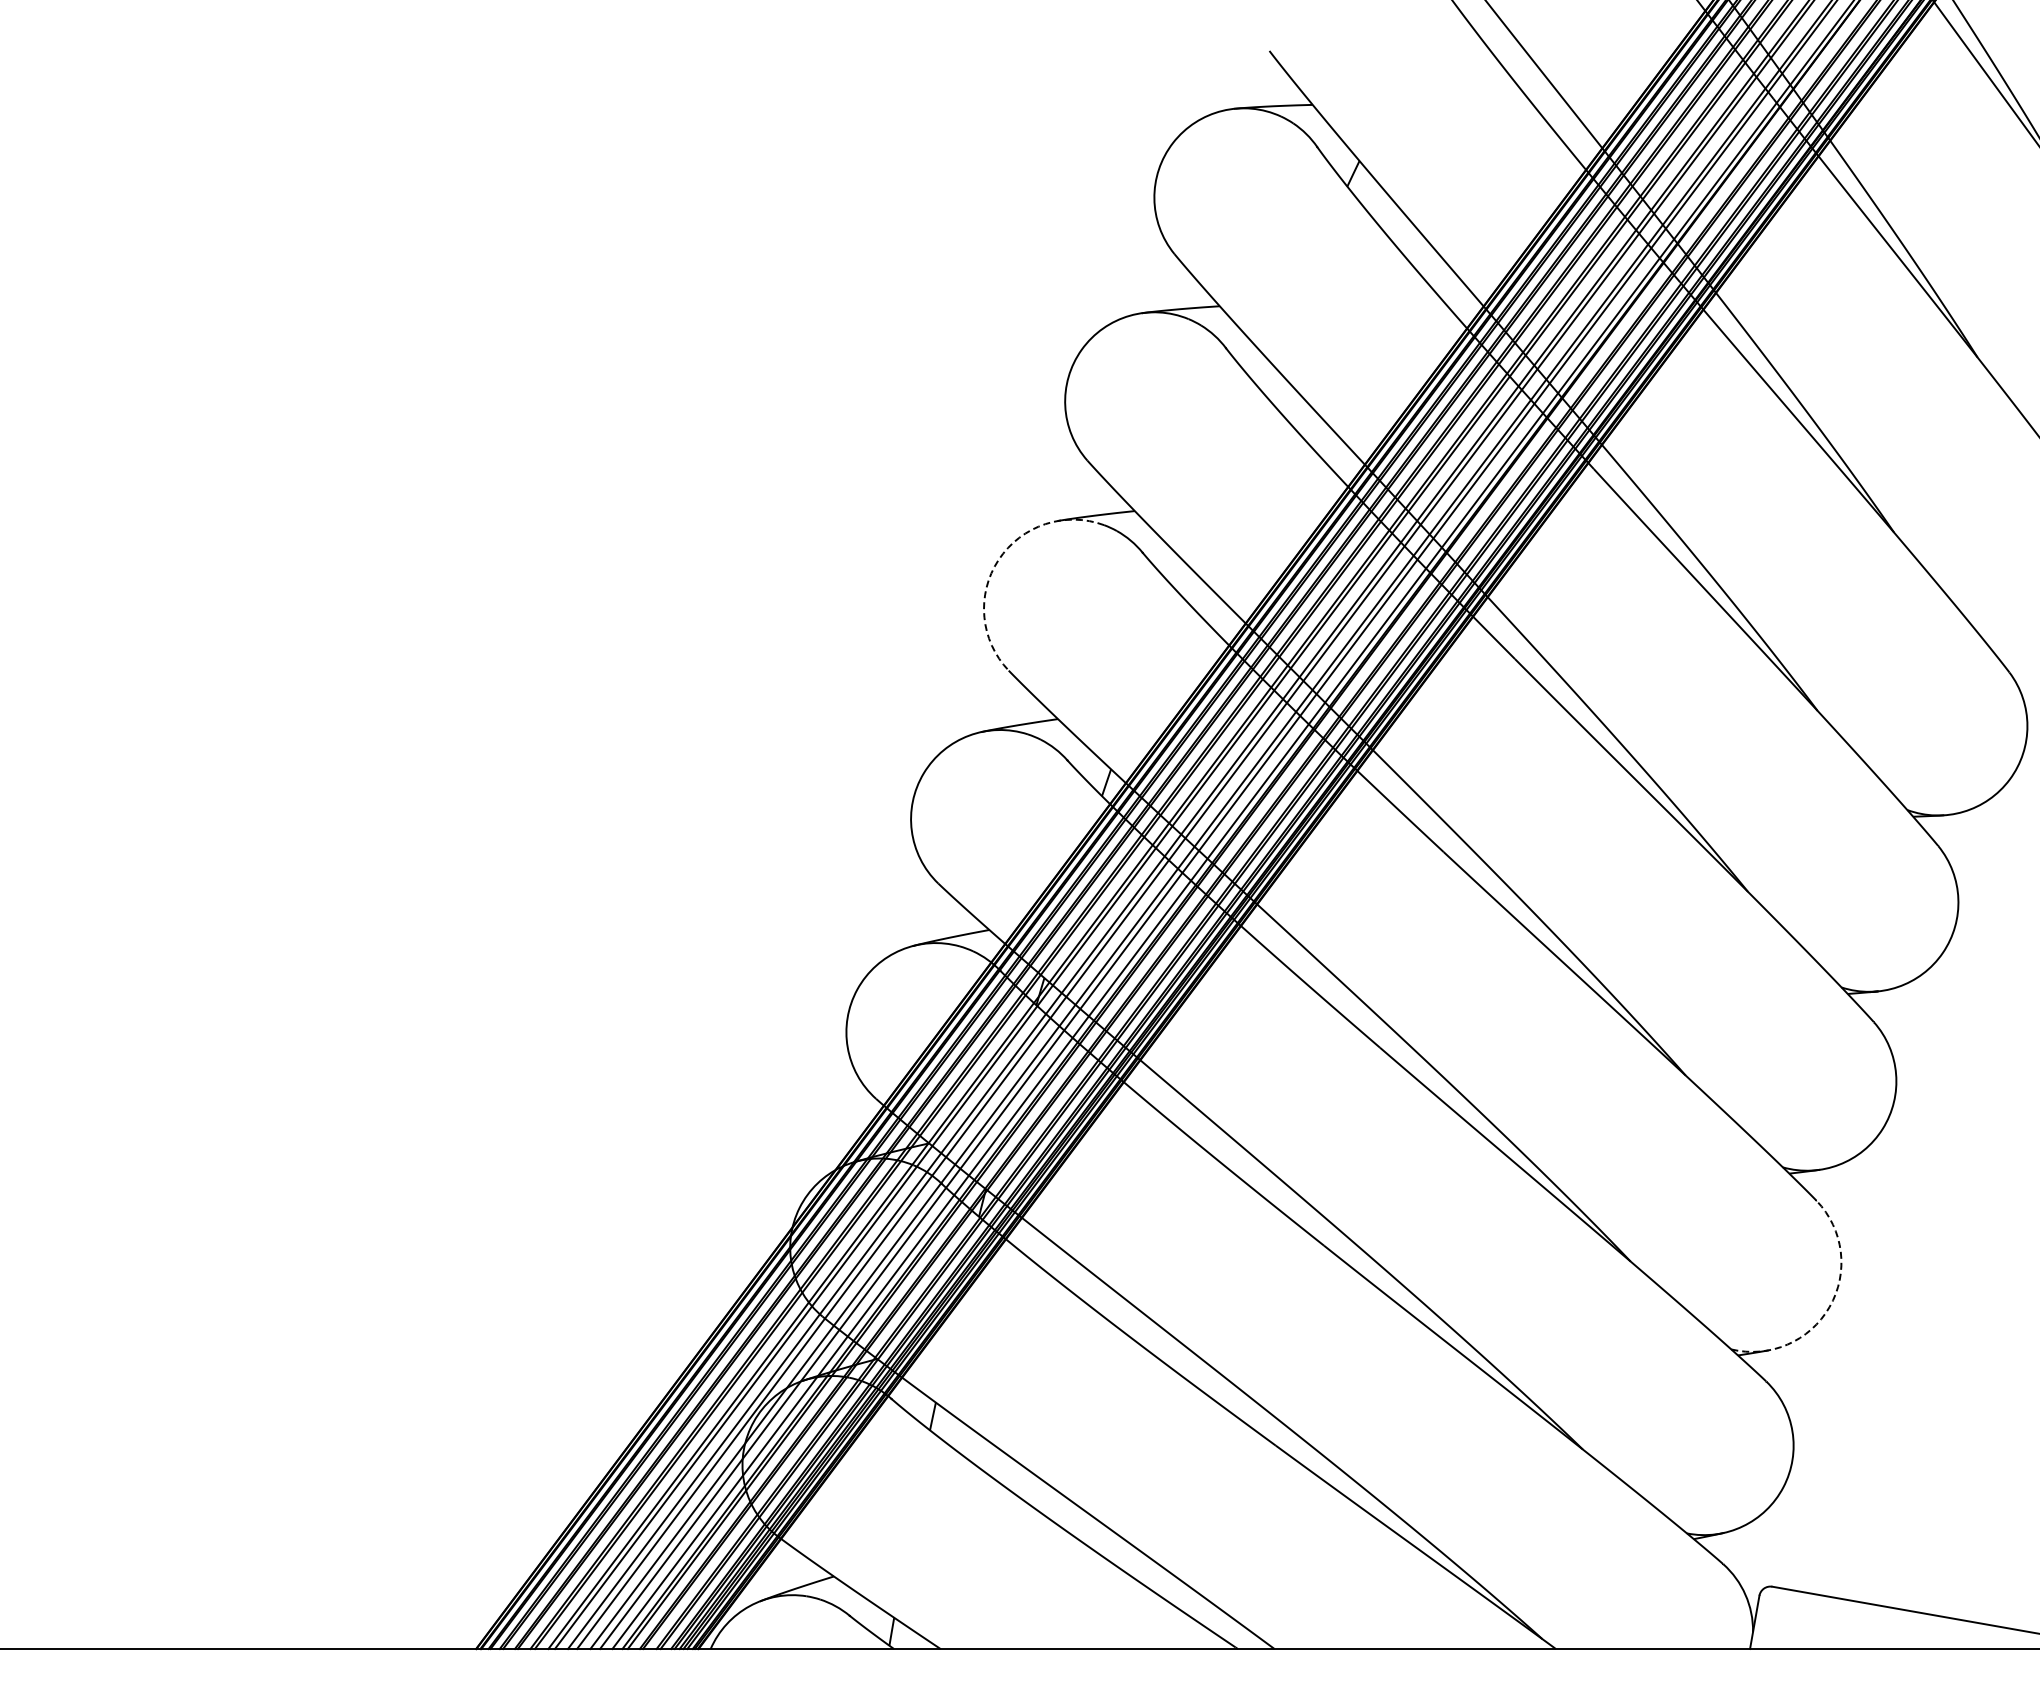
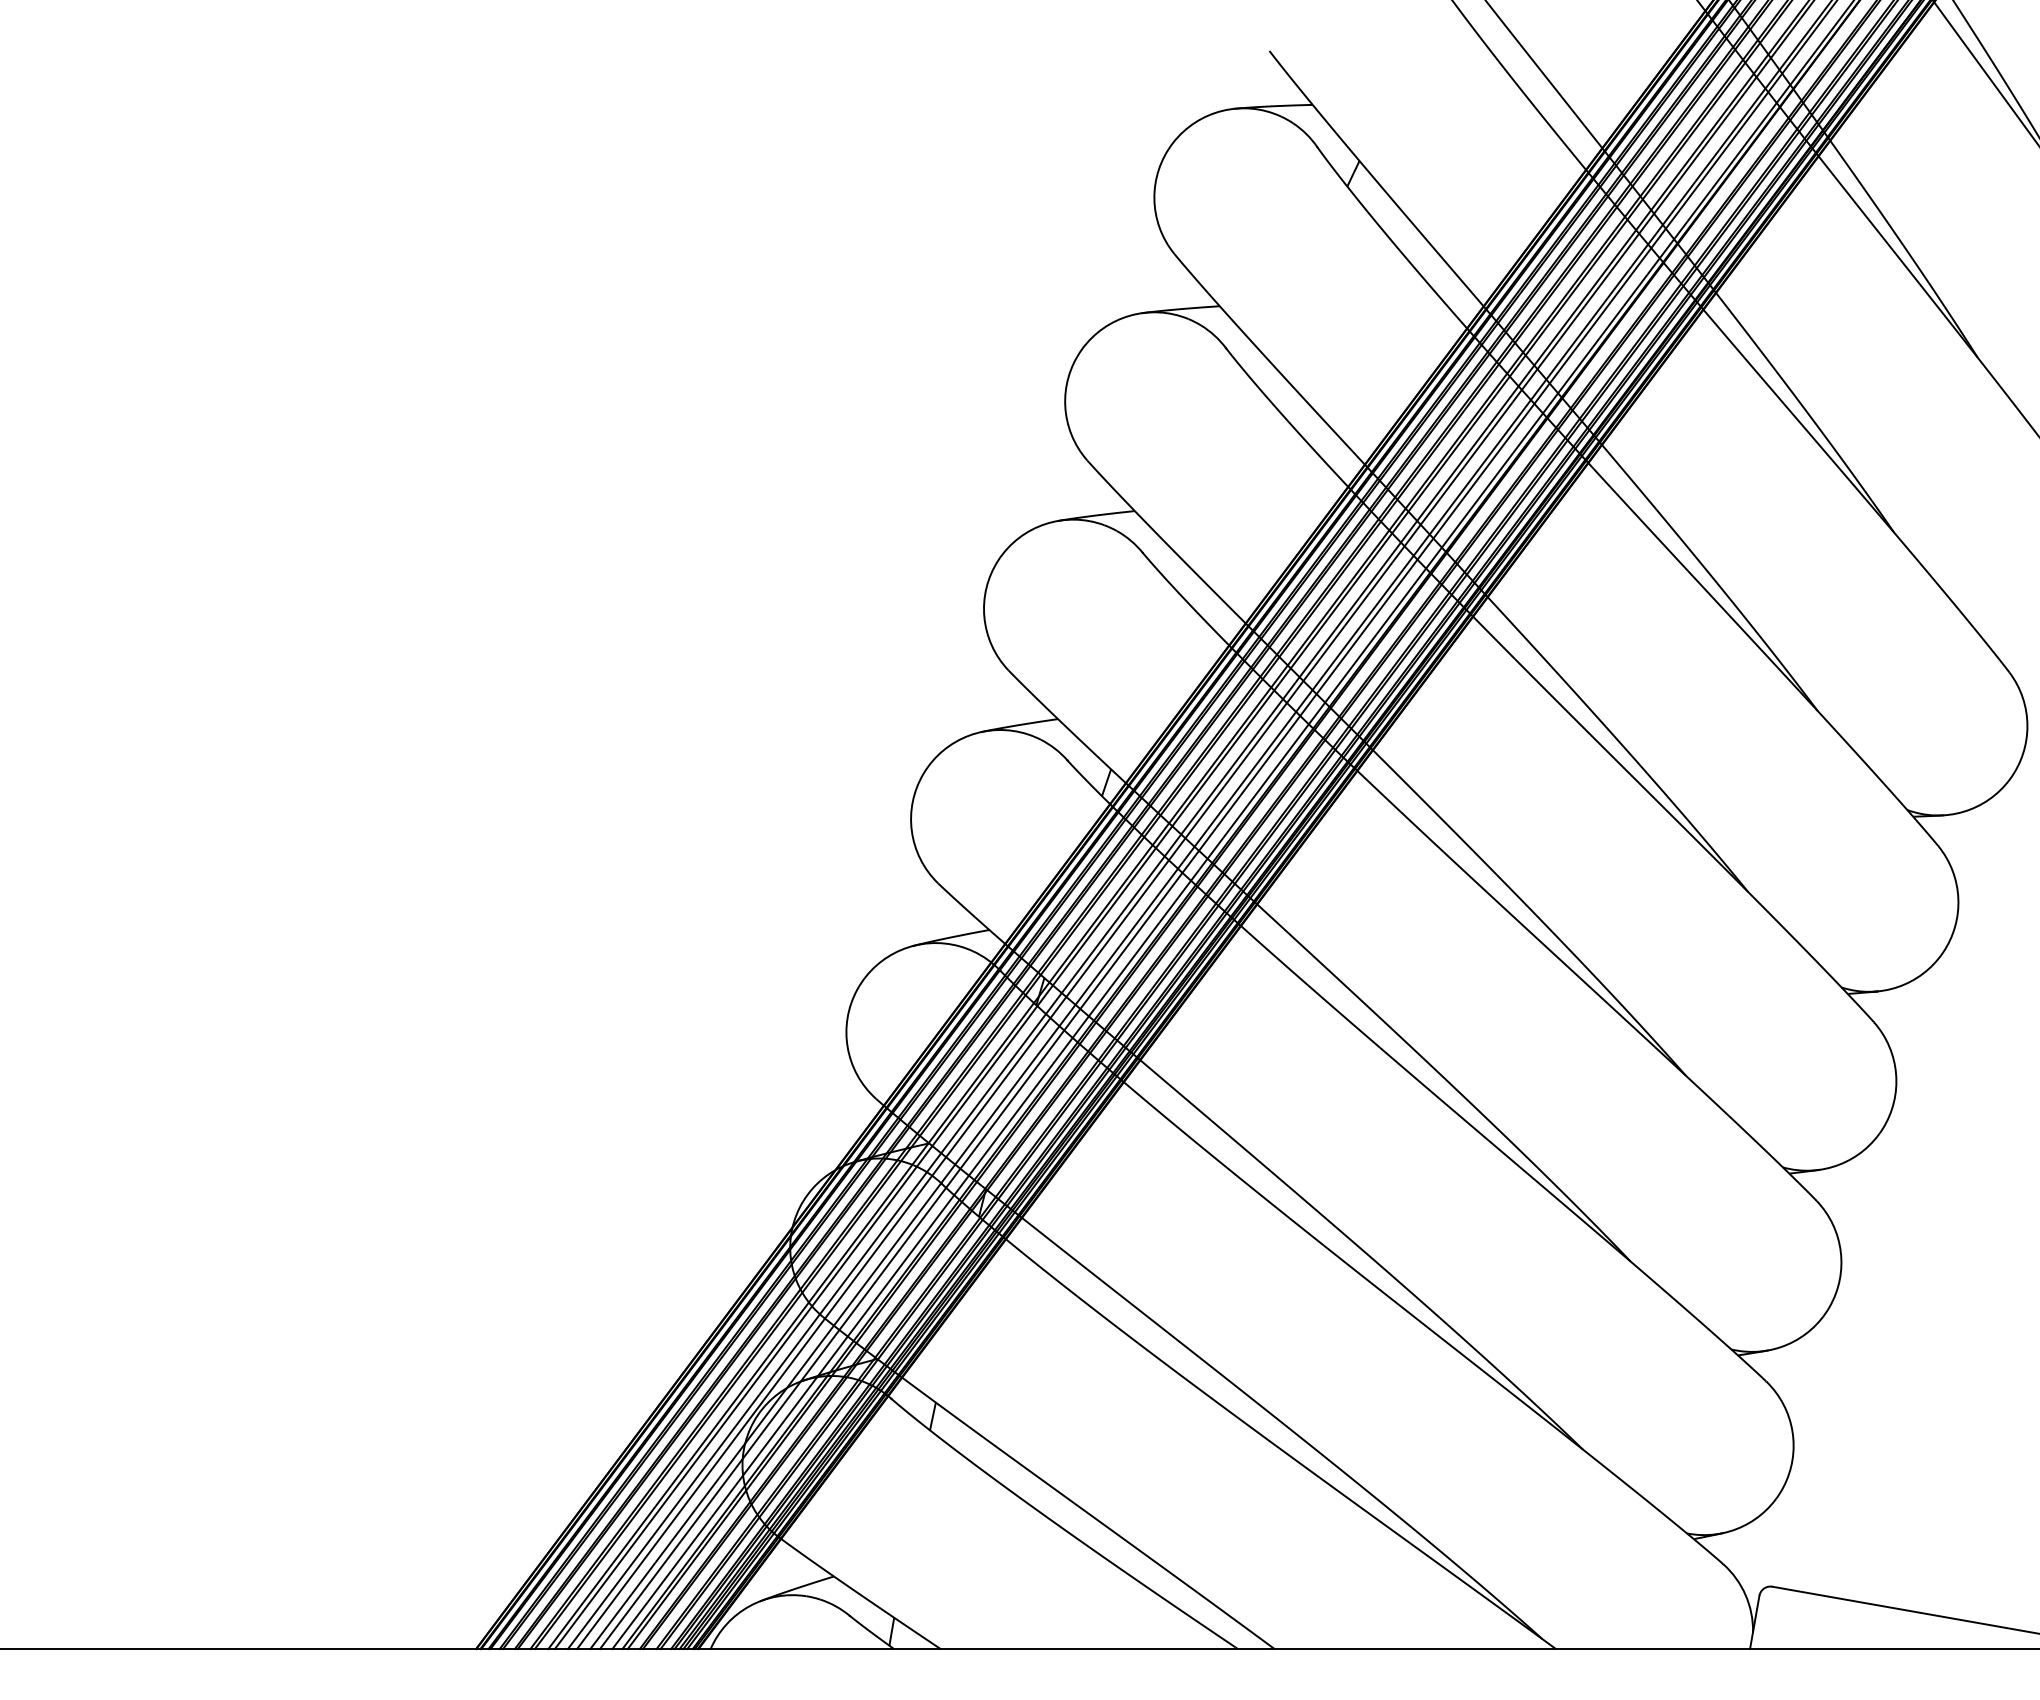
arc at (998, 559): dashed -> solid
arc at (1829, 1307): dashed -> solid
